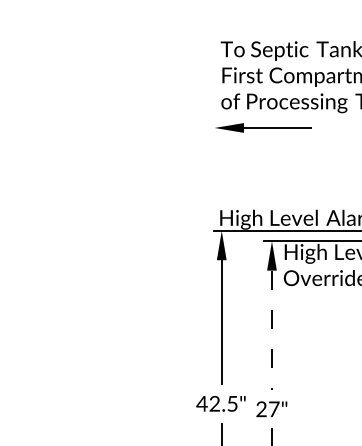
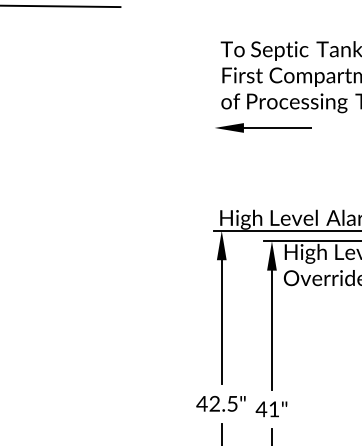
line at (61, 6): none -> present
line at (271, 330): dashed -> solid
text at (267, 409): 27" -> 41"
